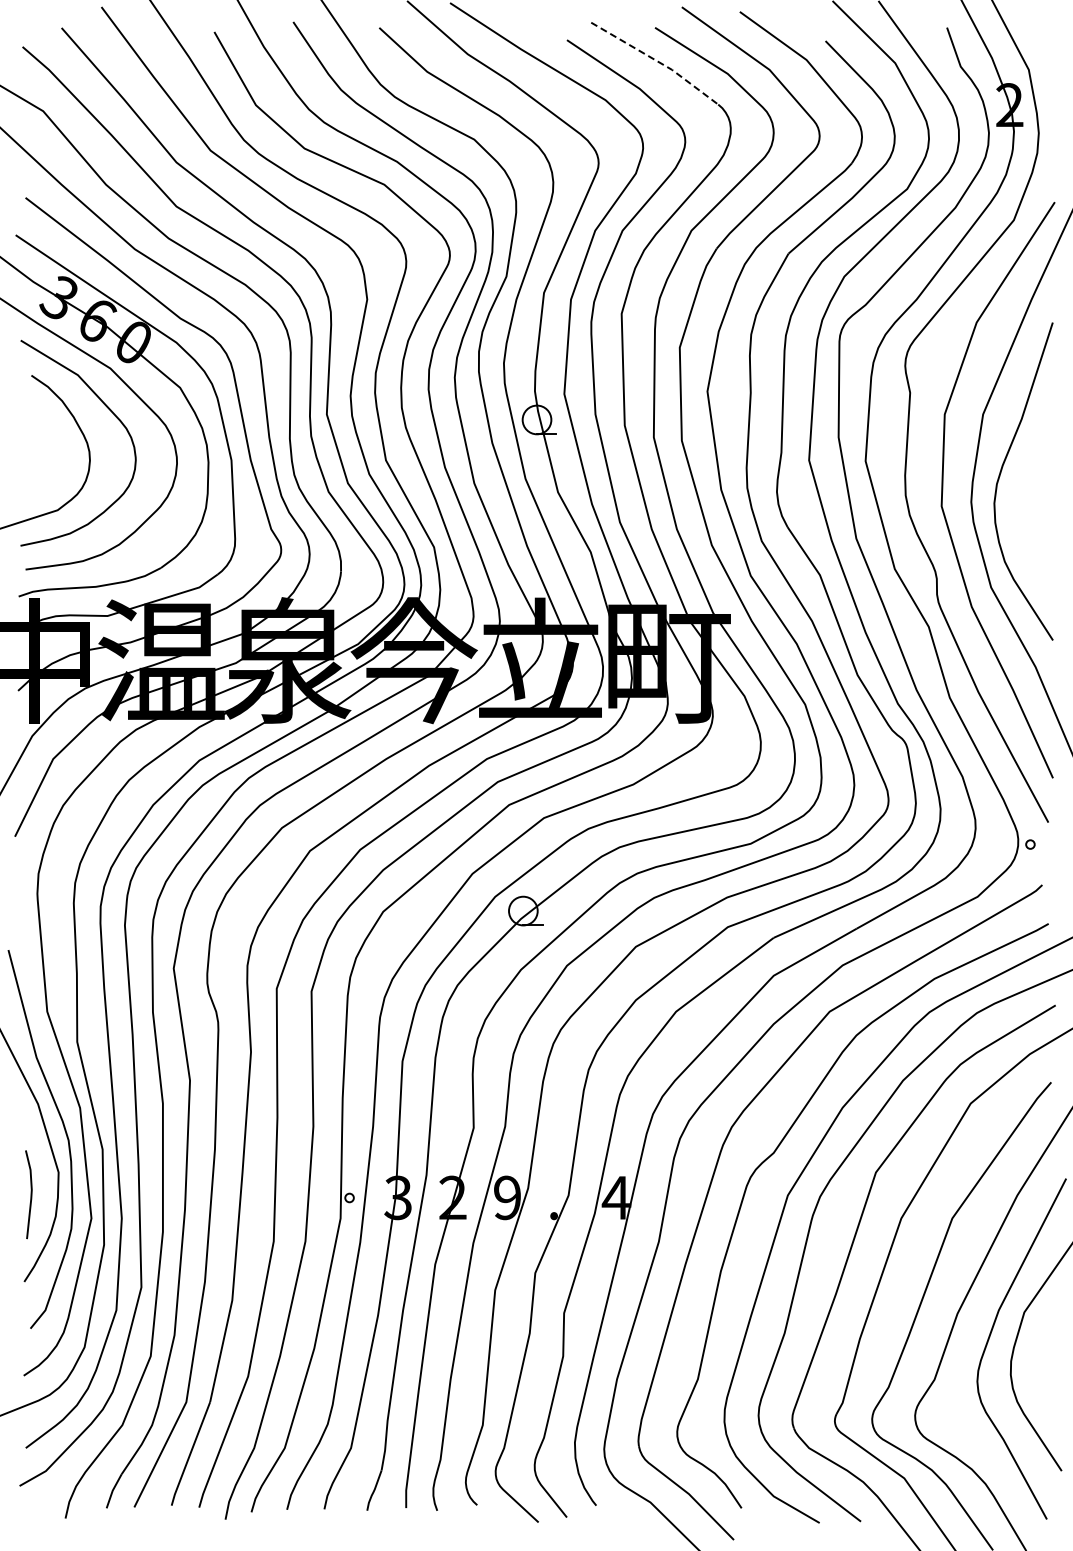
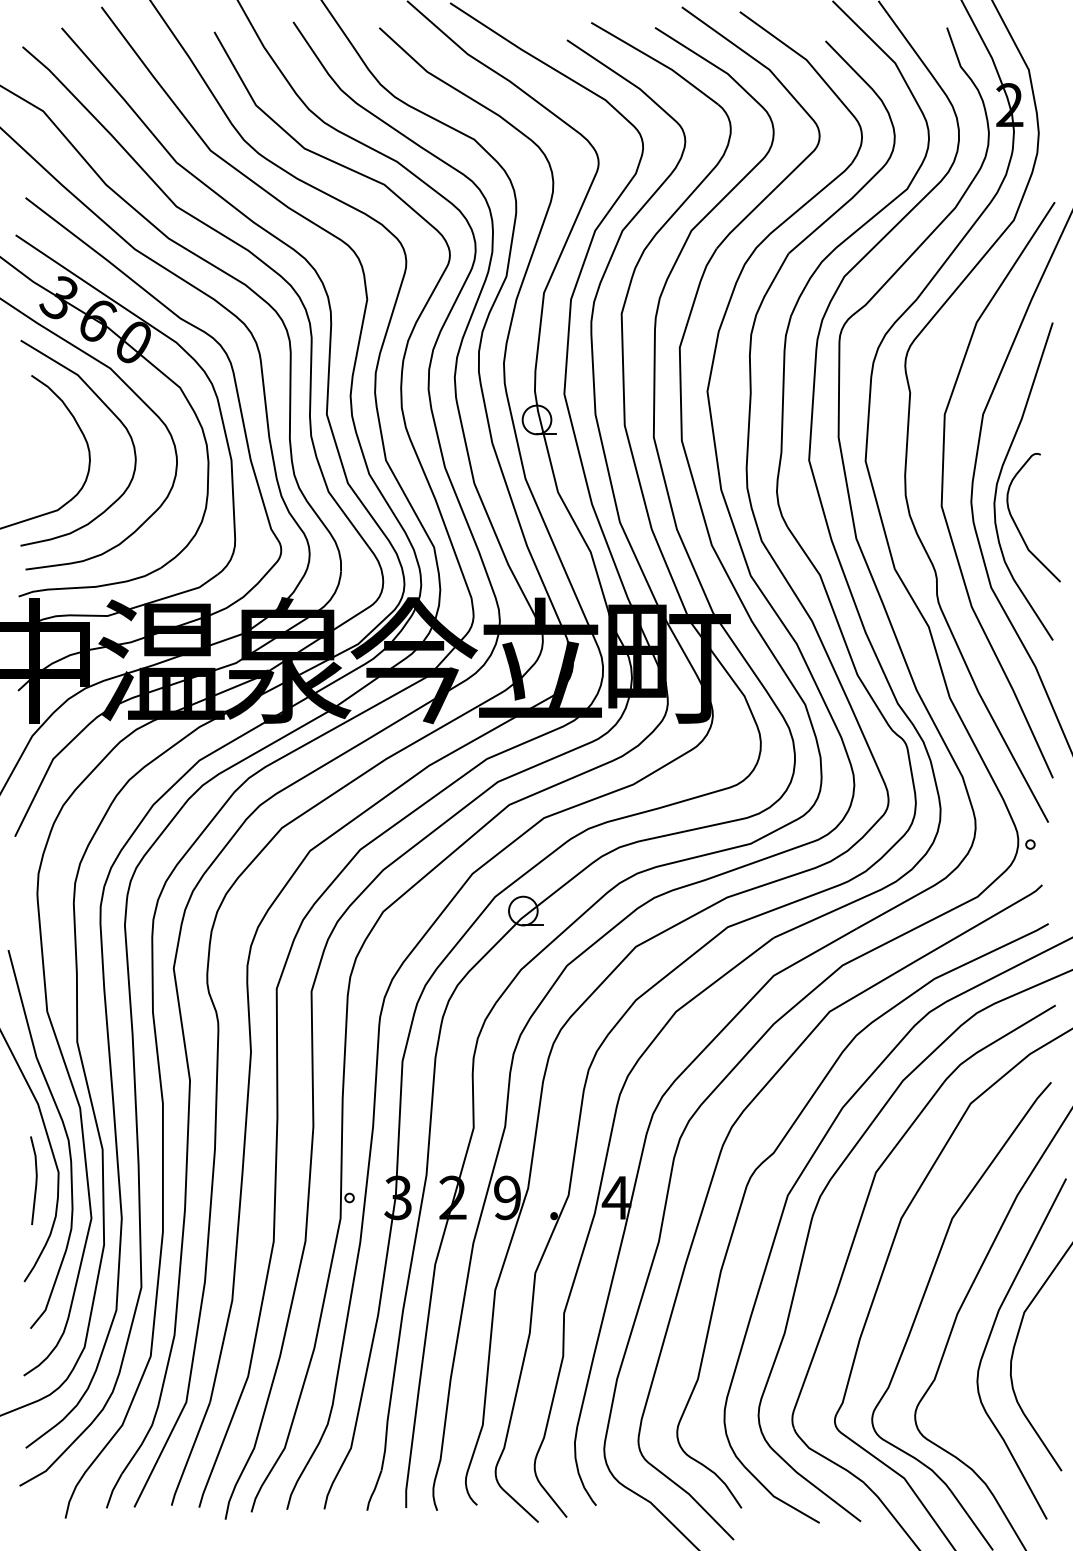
line at (657, 61): dashed -> solid
curve at (1017, 525): none -> present
line at (30, 1194) position: (30, 1194) -> (35, 1180)
